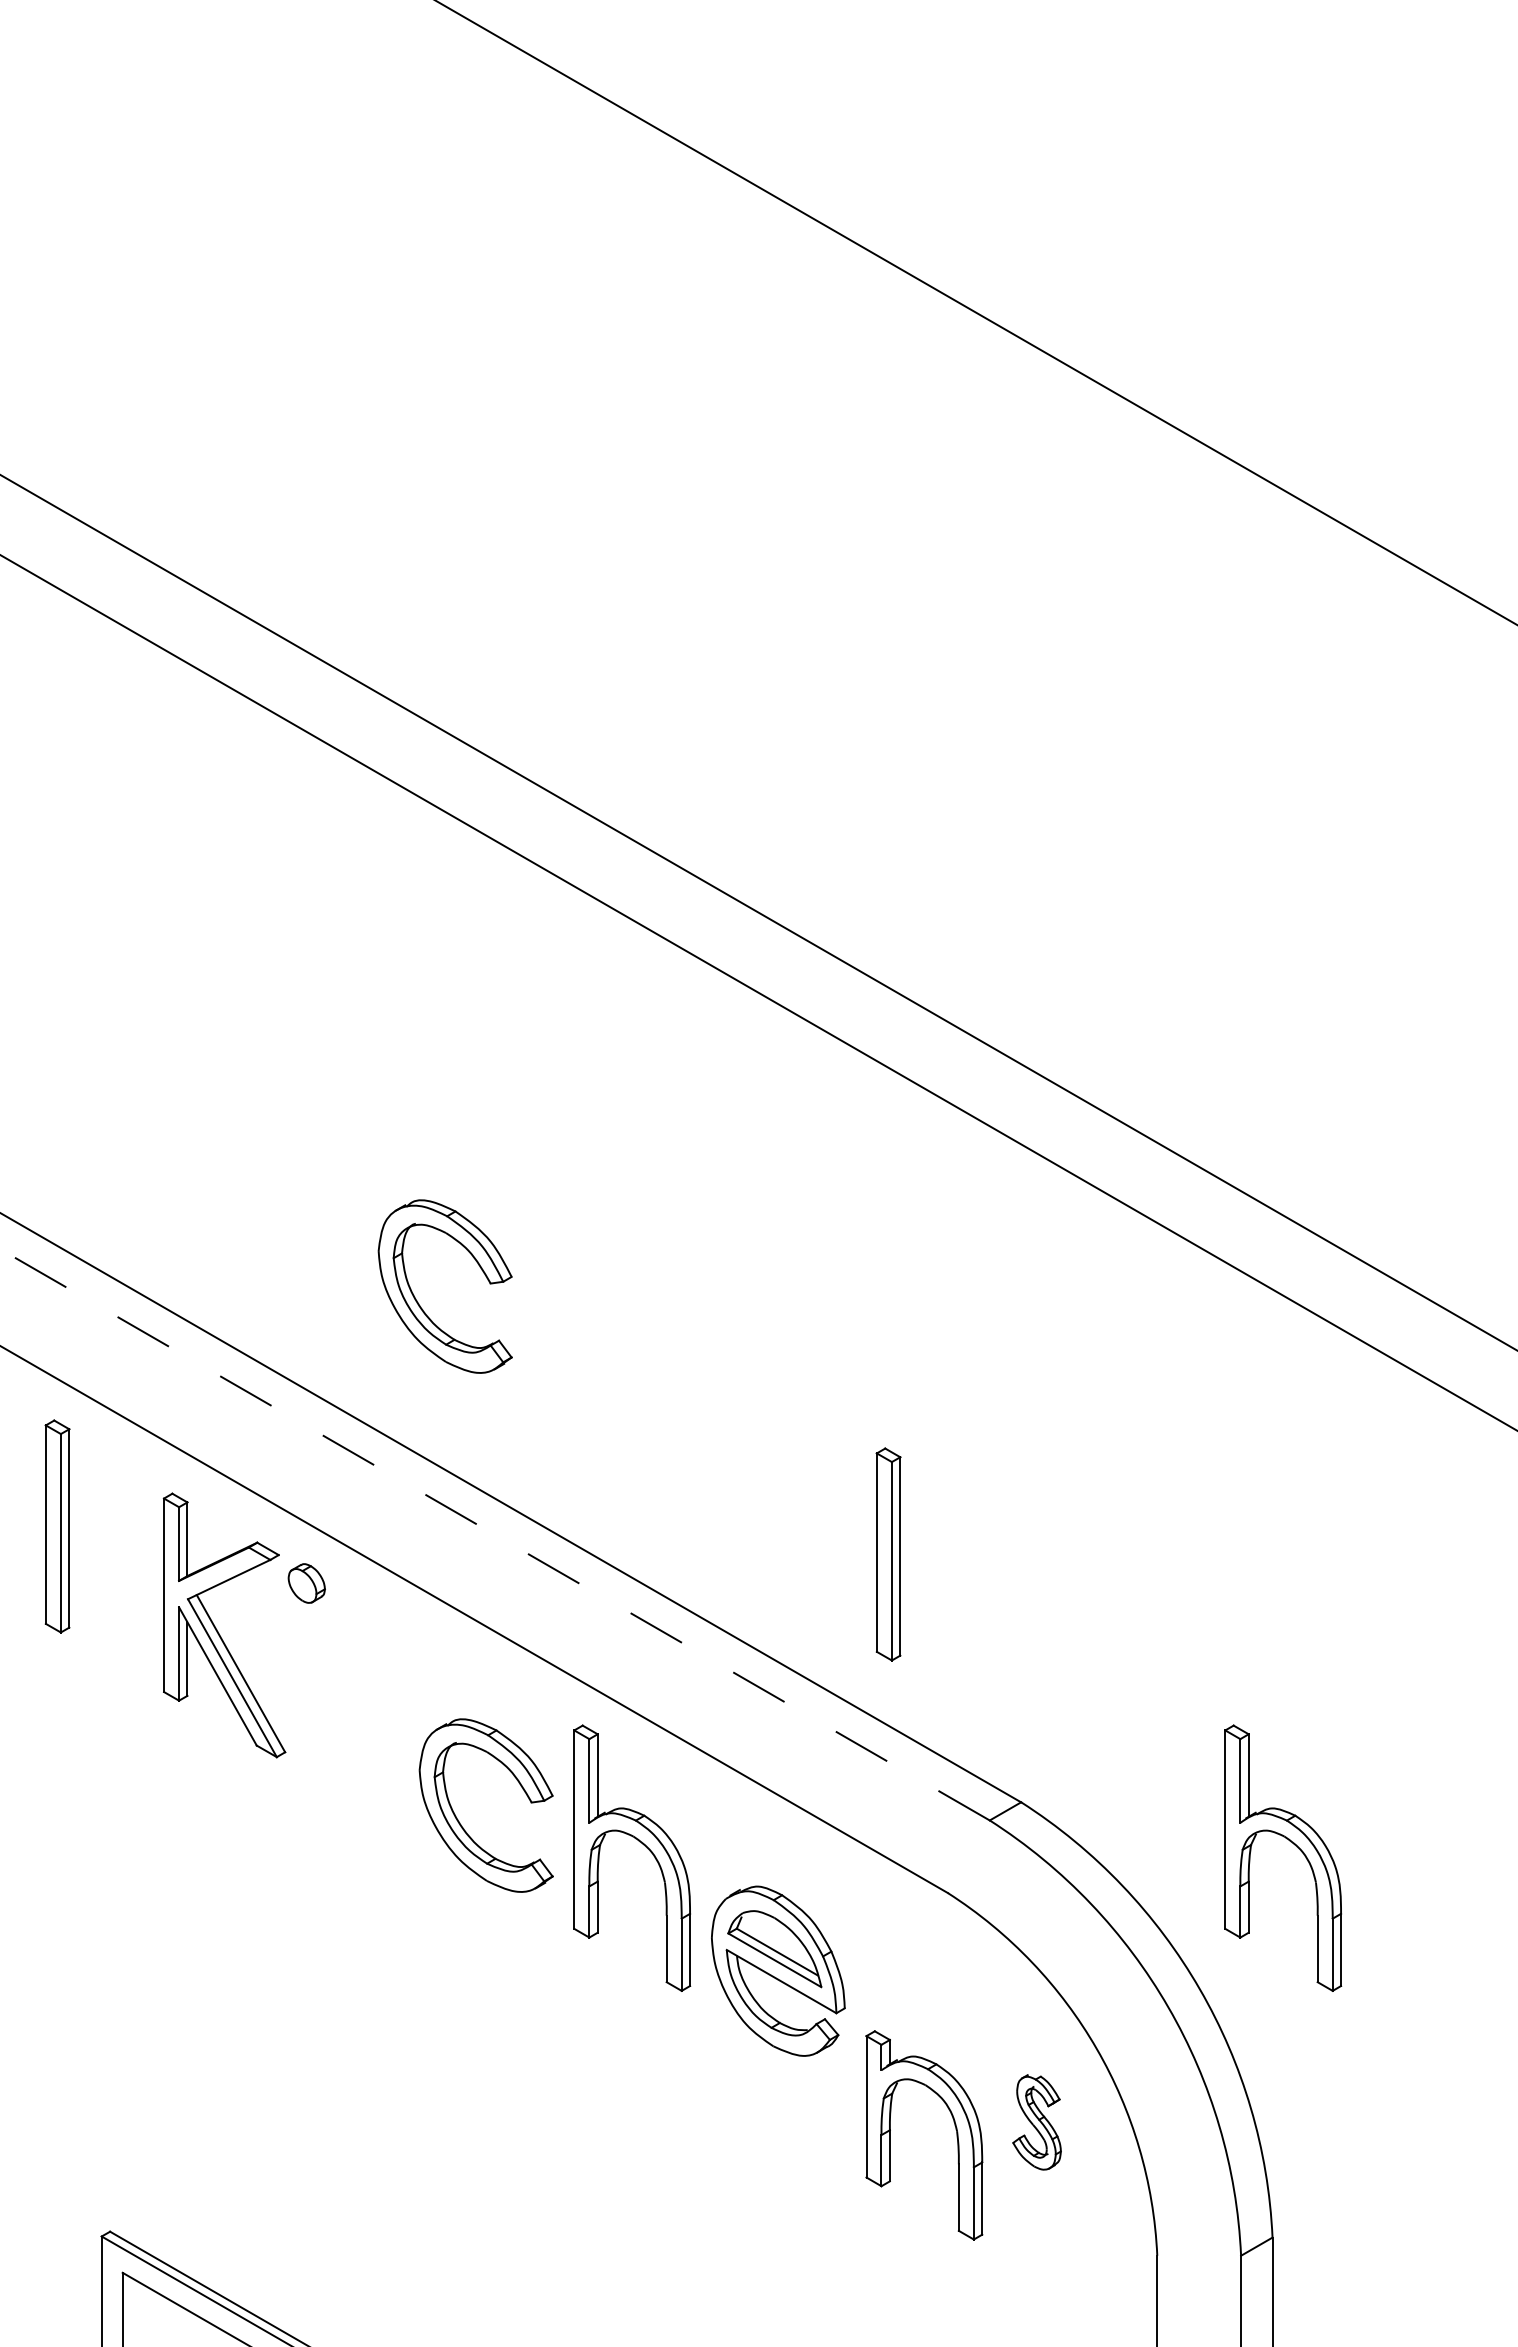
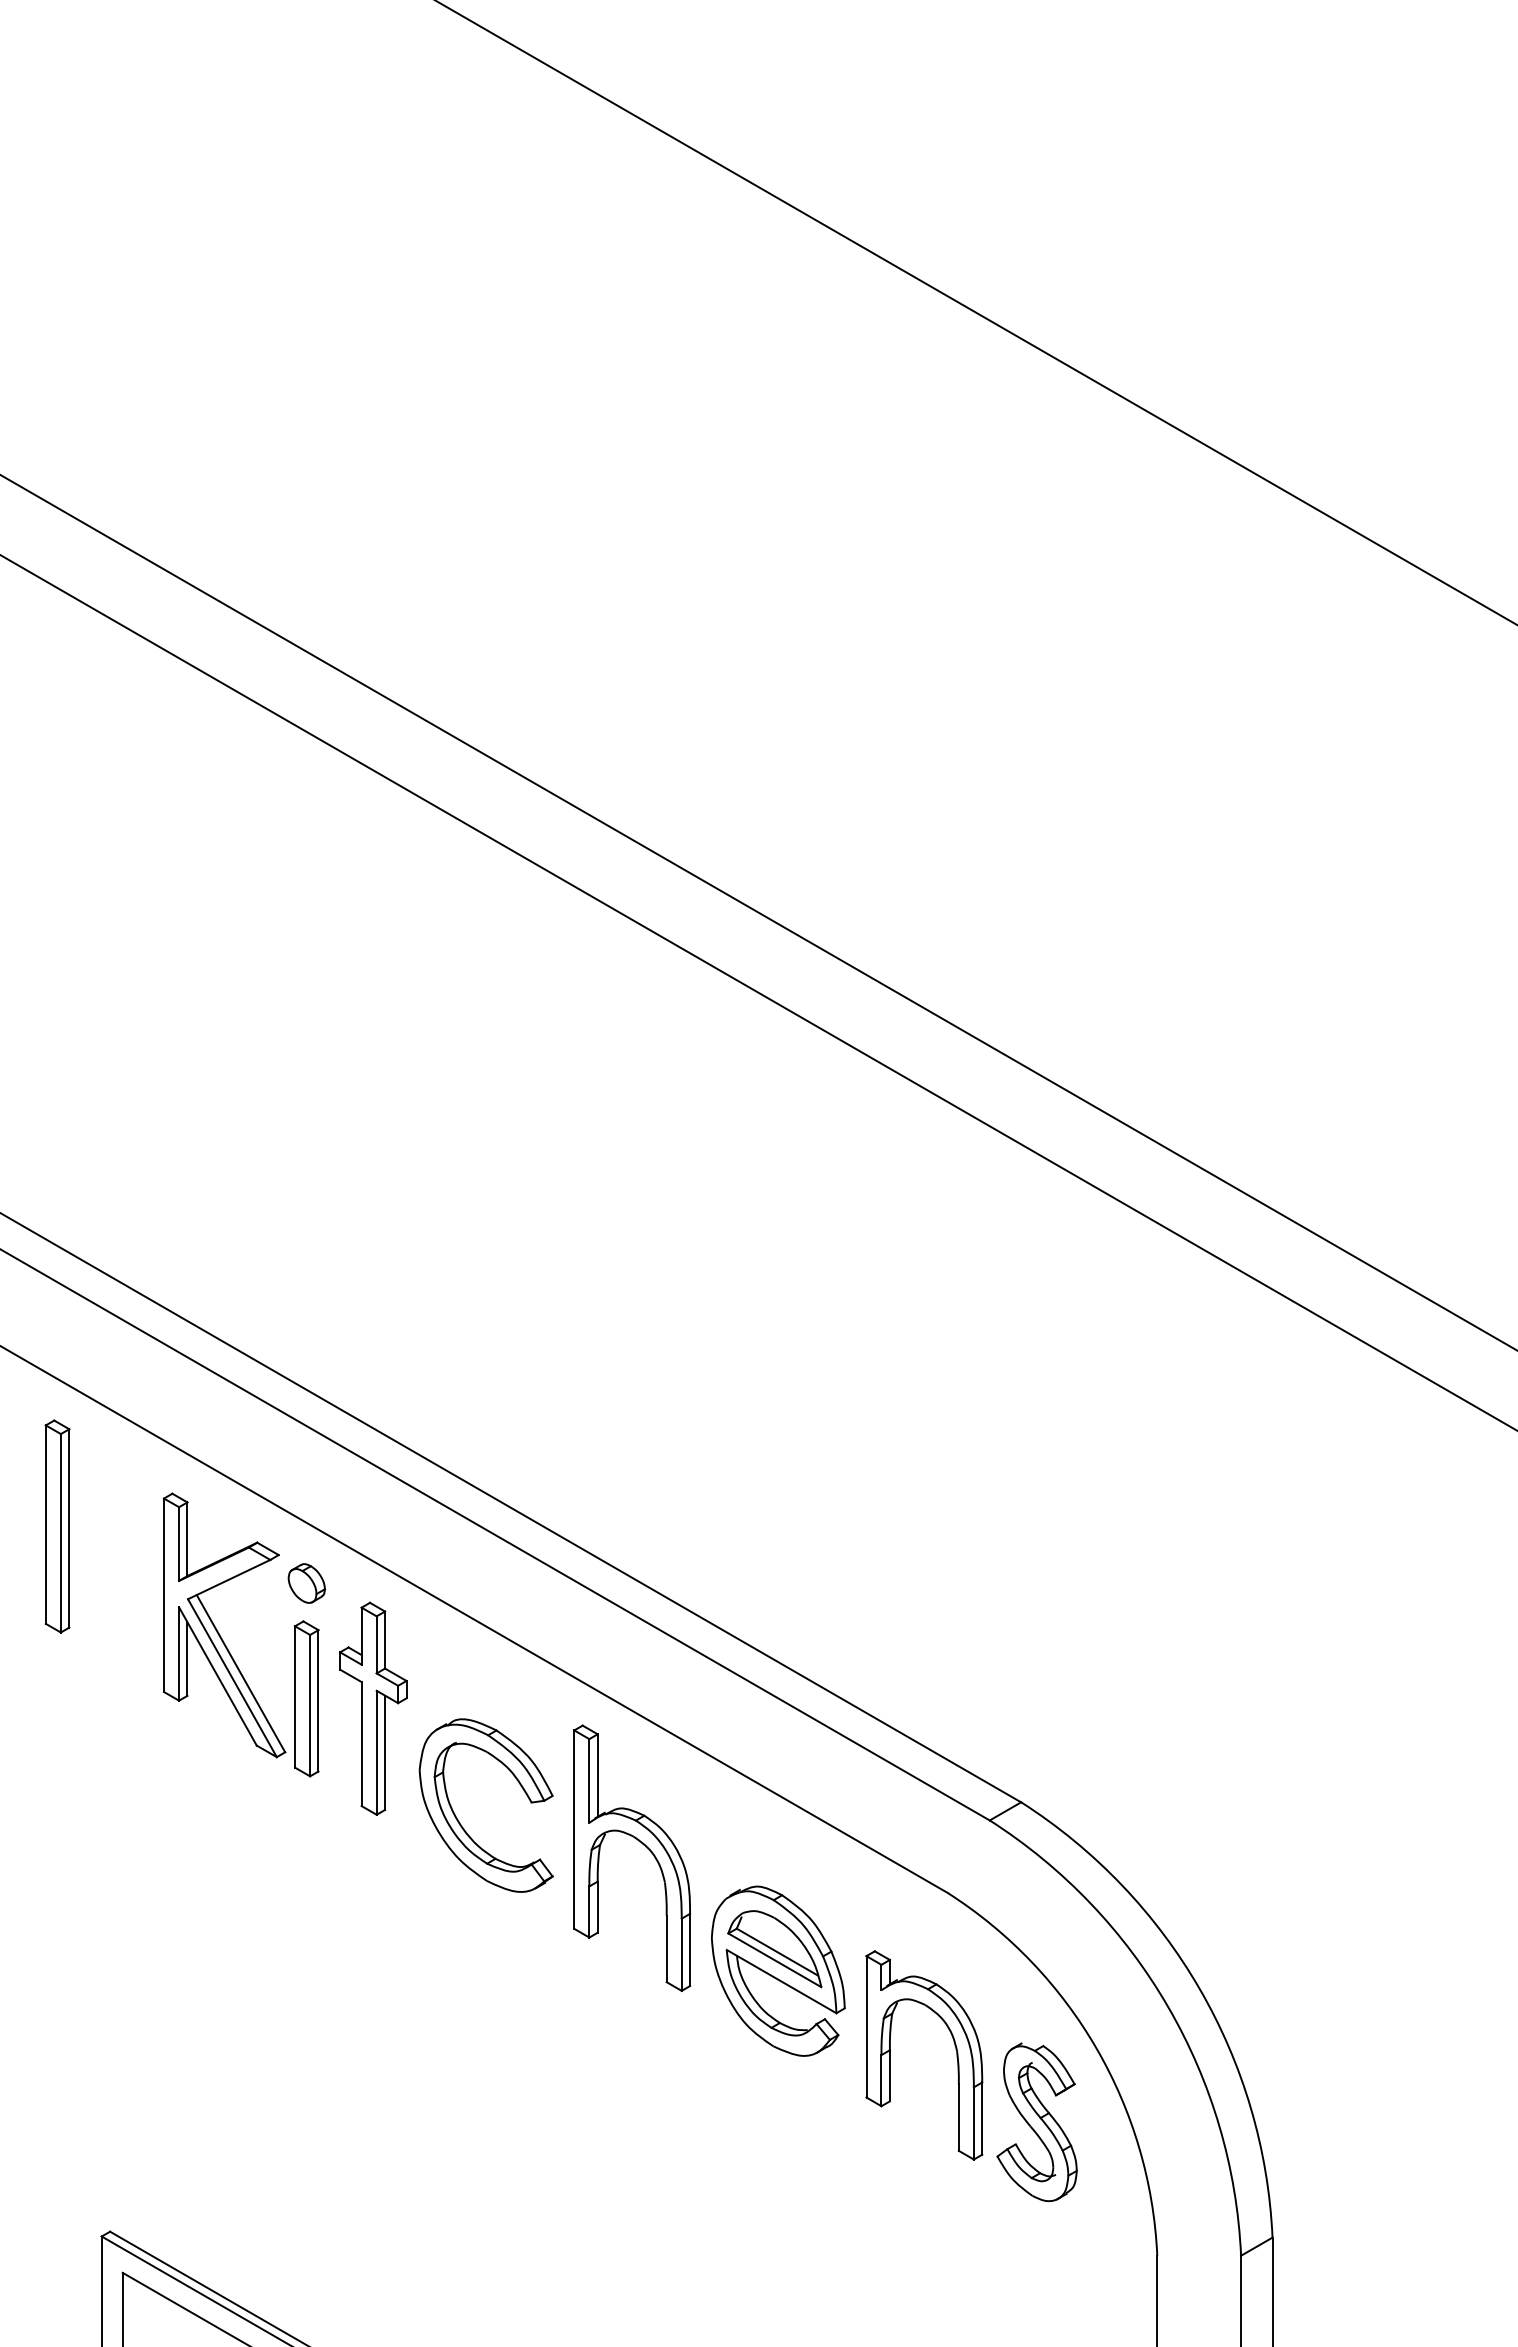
part at (419, 1303): present -> none
line at (495, 1535): dashed -> solid
part at (888, 1554): present -> none
part at (306, 1698): none -> present
part at (373, 1708): none -> present
part at (1294, 1845): present -> none
part at (1036, 2122) size: 50x97 px -> 82x161 px
part at (955, 2129) position: (955, 2129) -> (955, 2049)
